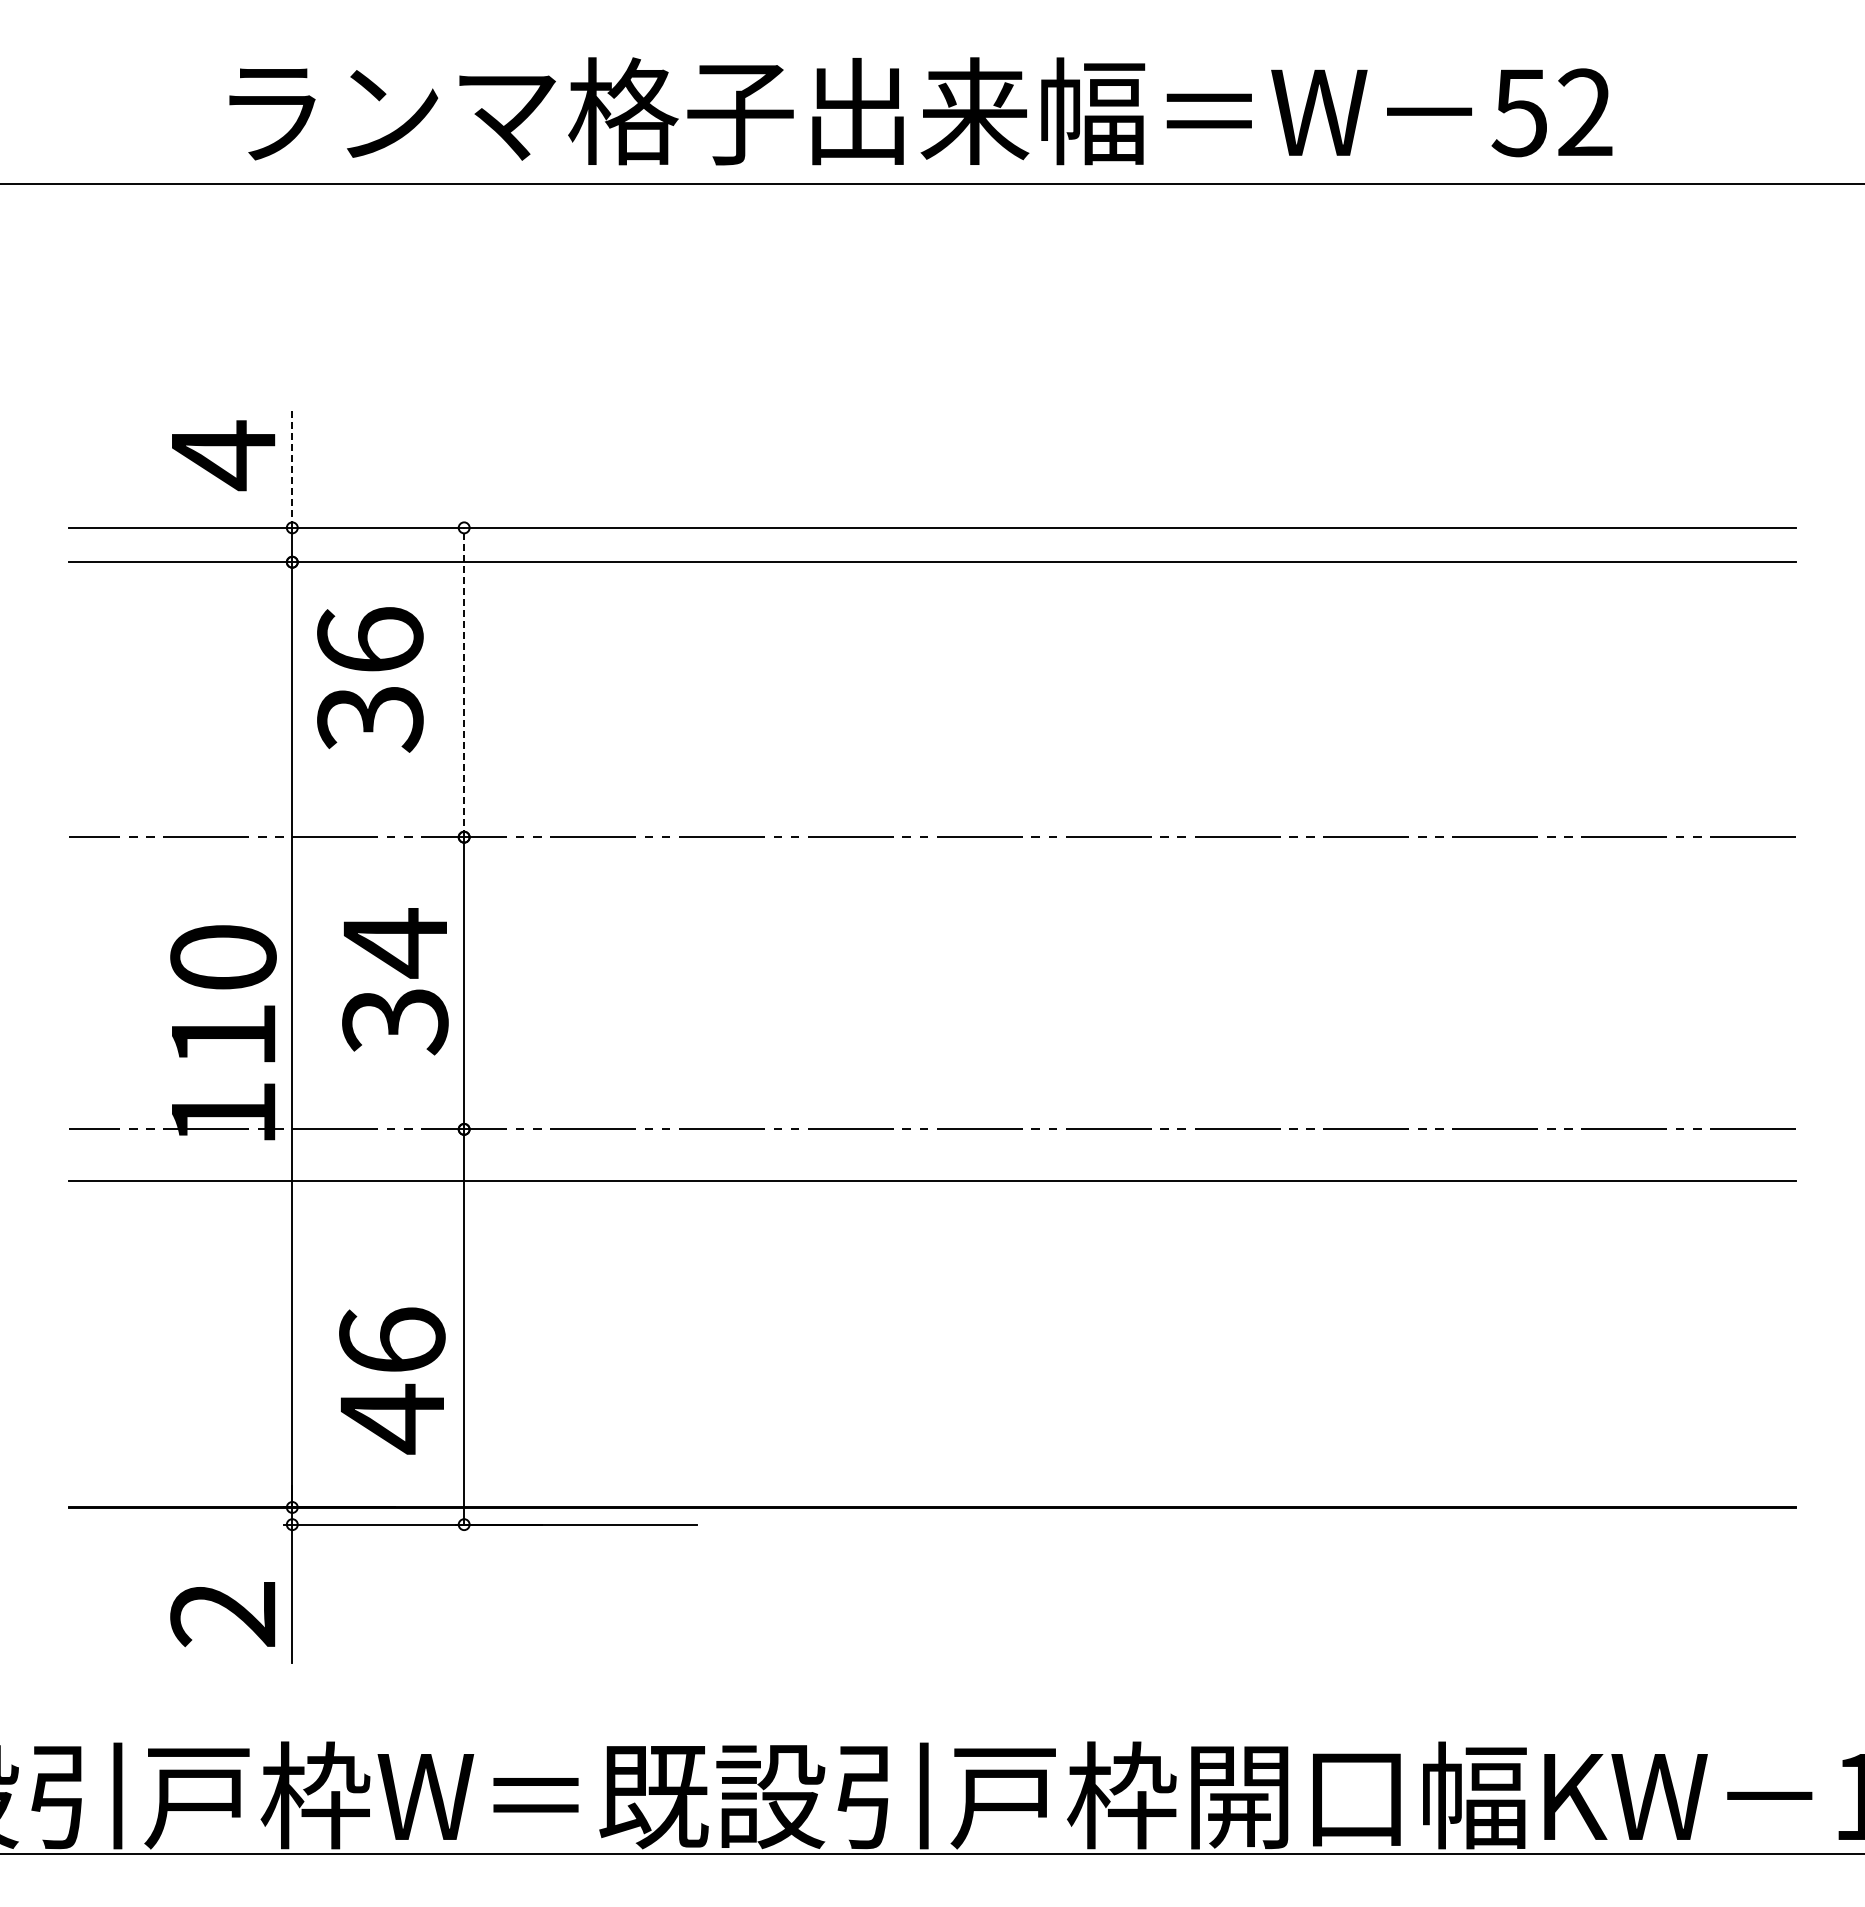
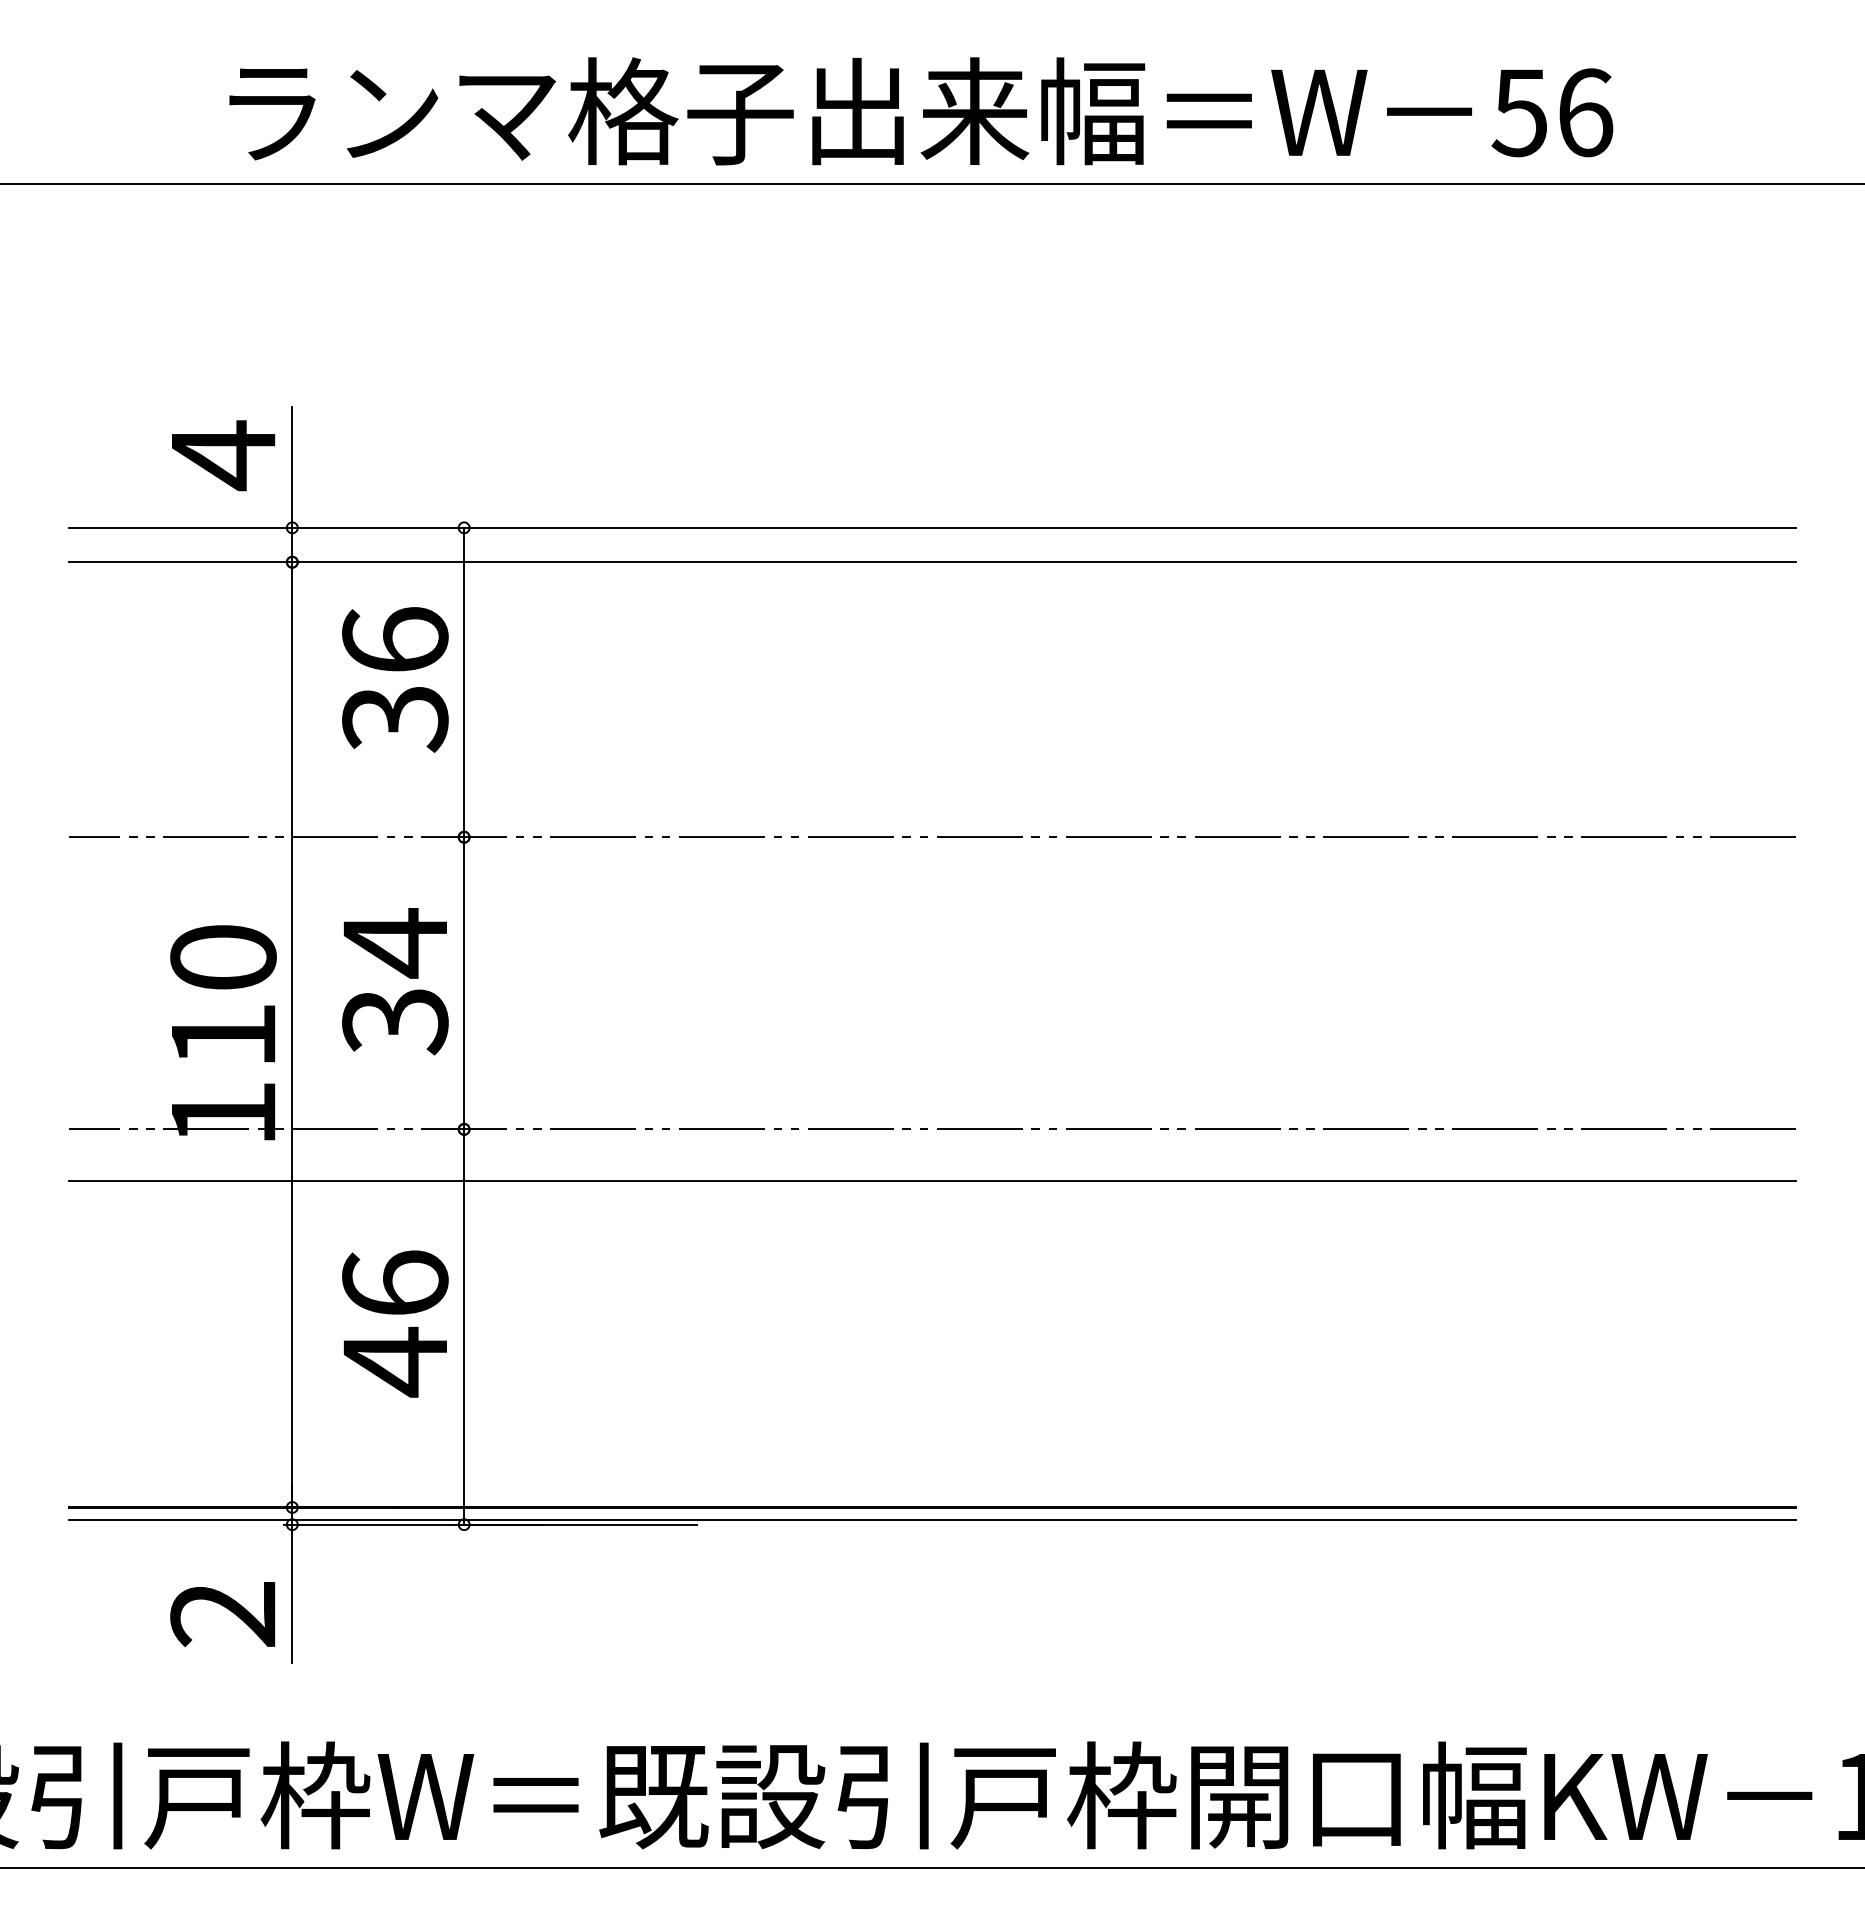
text at (1585, 112): 52 -> 56
line at (292, 467): dashed -> solid
text at (370, 679) position: (370, 679) -> (395, 679)
line at (464, 682): dashed -> solid
text at (392, 1380) position: (392, 1380) -> (395, 1323)
line at (932, 1520): none -> present
line at (931, 1854) position: (931, 1854) -> (931, 1868)
